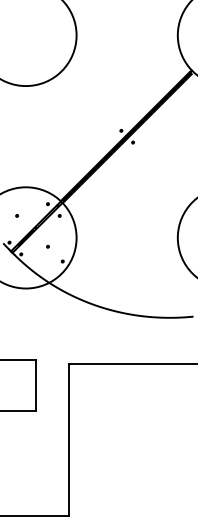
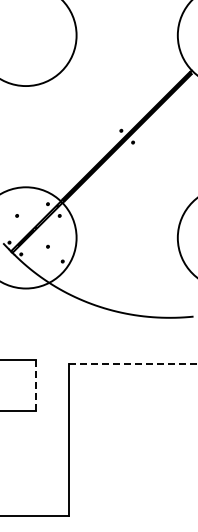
line at (134, 364): solid -> dashed
line at (36, 385): solid -> dashed
